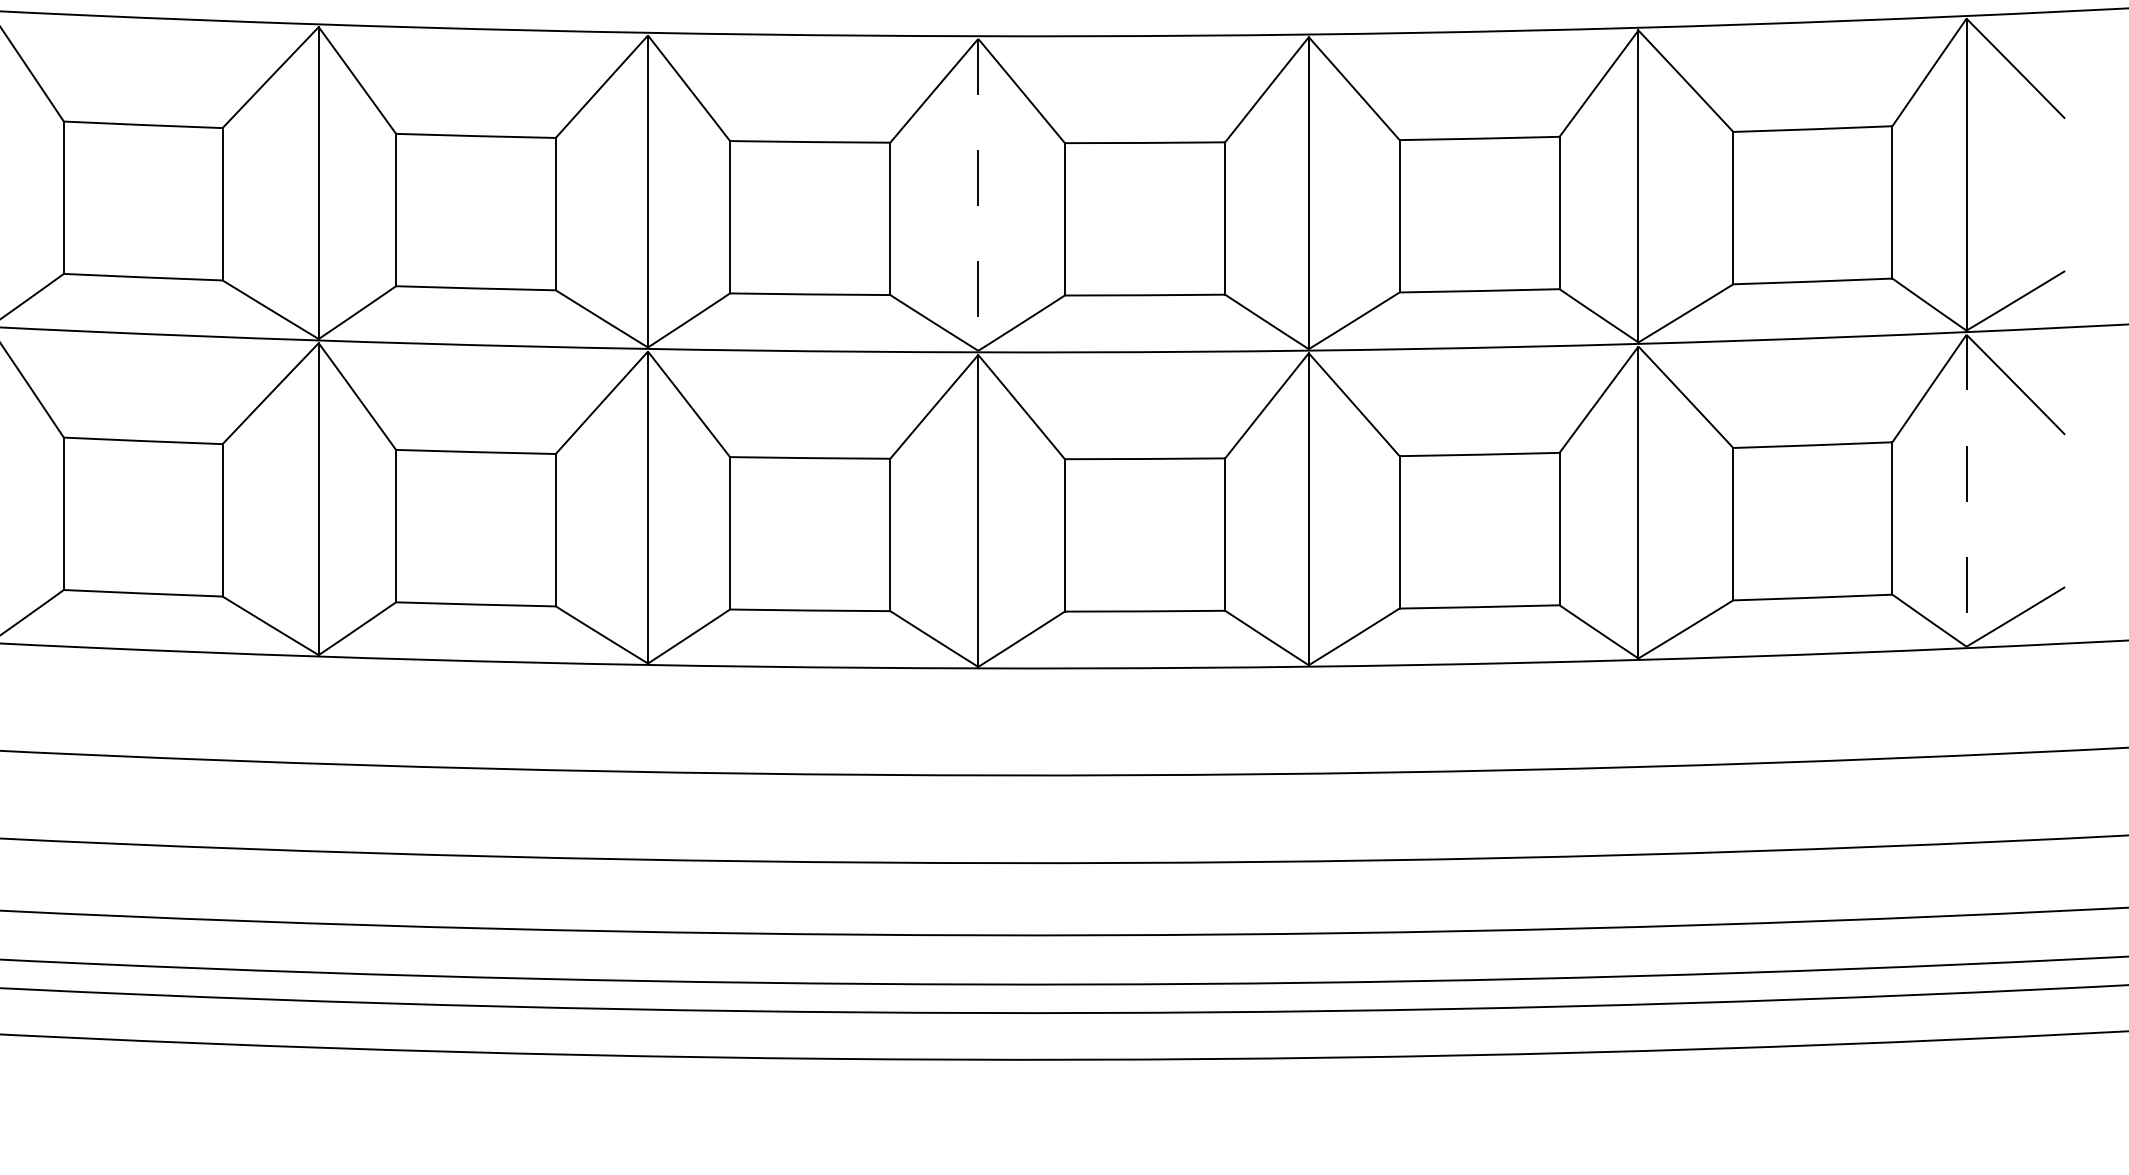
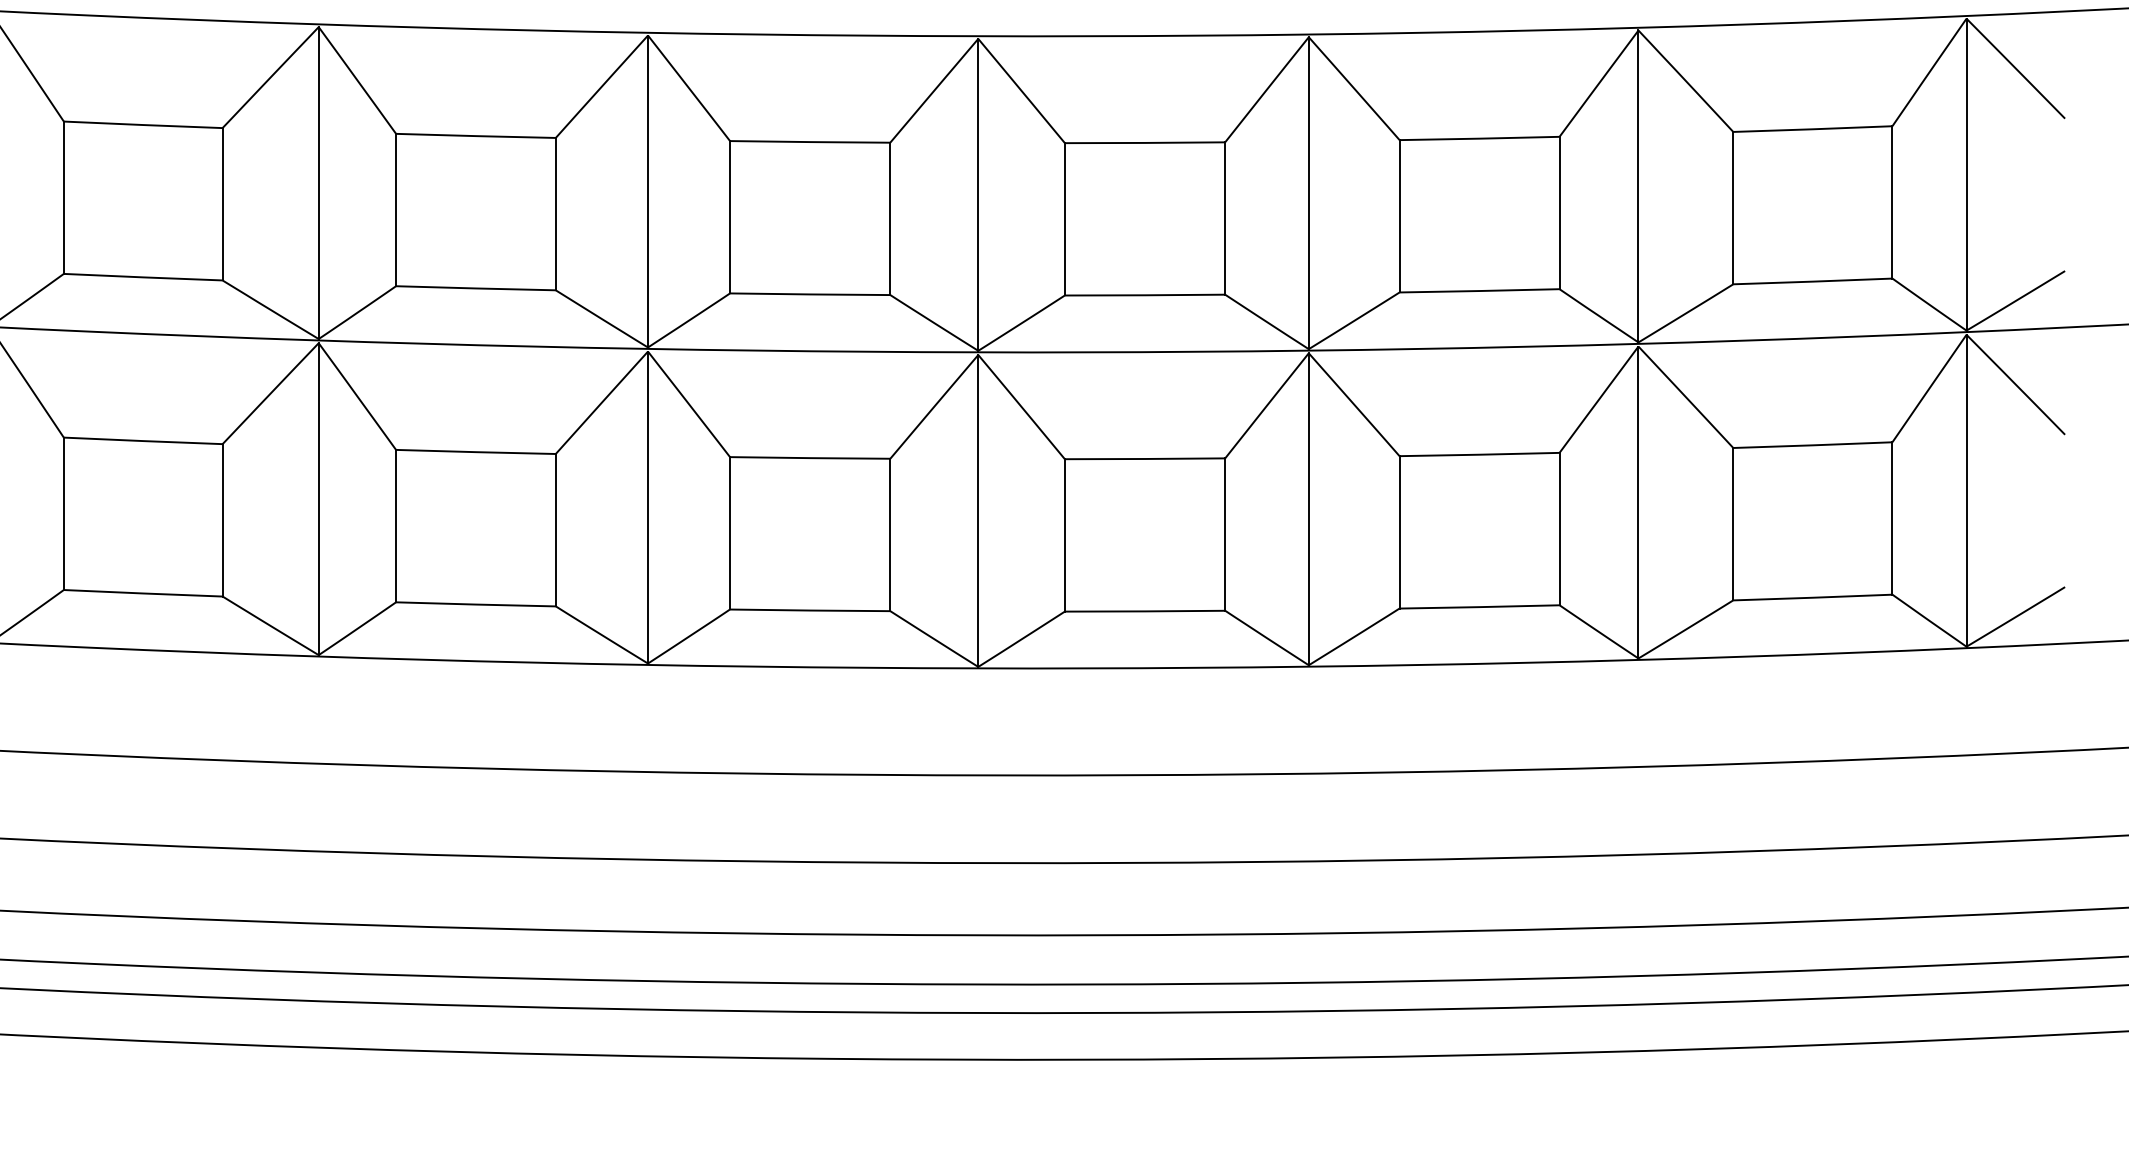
line at (978, 194): dashed -> solid
line at (1966, 490): dashed -> solid
